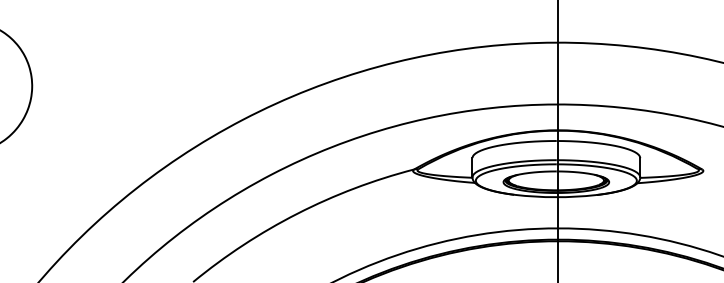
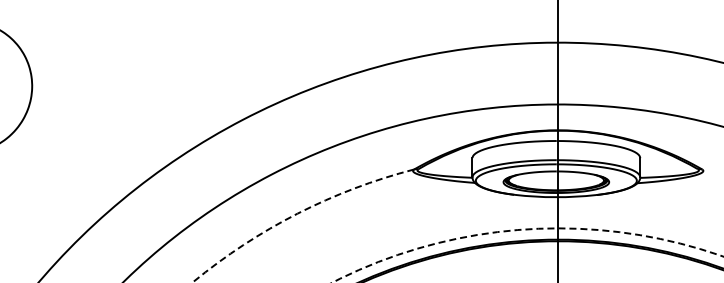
arc at (297, 213): solid -> dashed
arc at (525, 229): solid -> dashed
